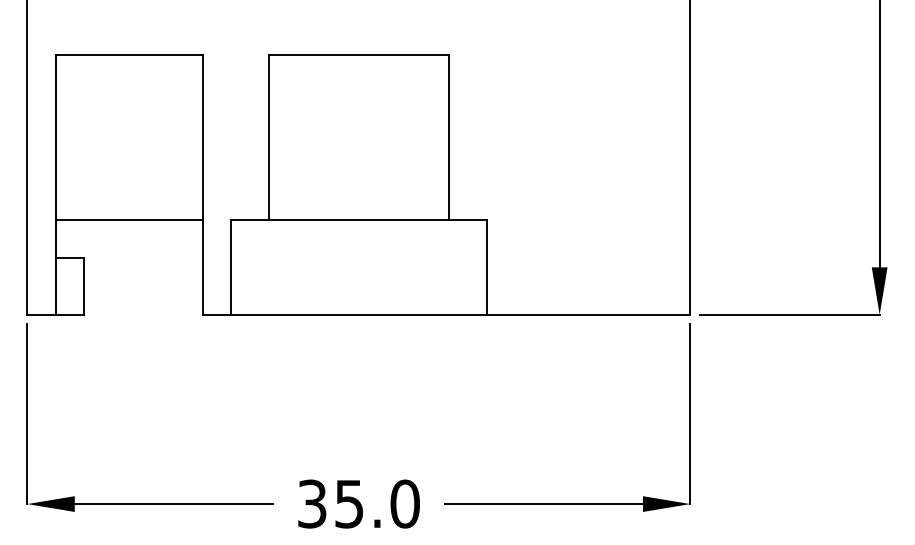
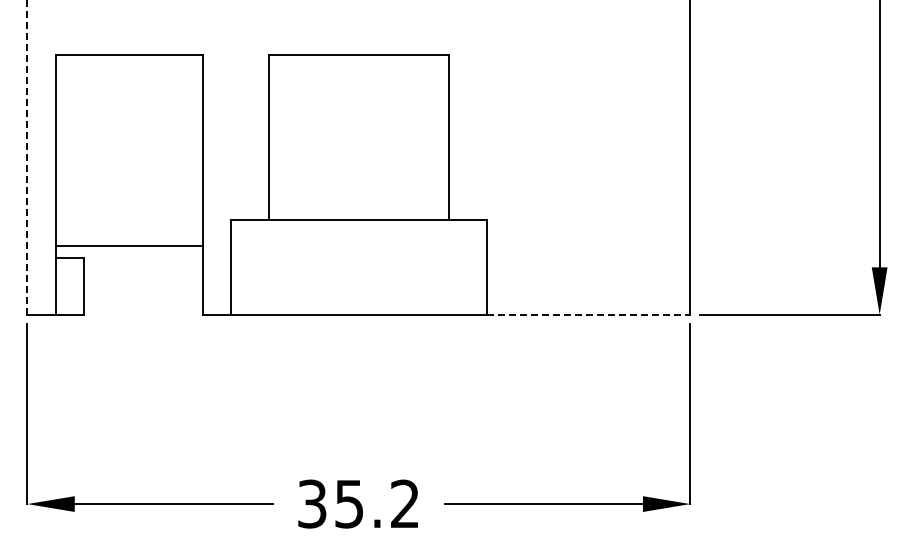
line at (27, 157): solid -> dashed
line at (128, 220) position: (128, 220) -> (128, 246)
line at (588, 314): solid -> dashed
text at (404, 503): 35.0 -> 35.2
